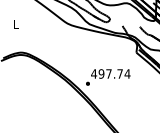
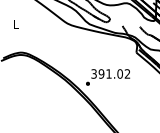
text at (110, 73): 497.74 -> 391.02
